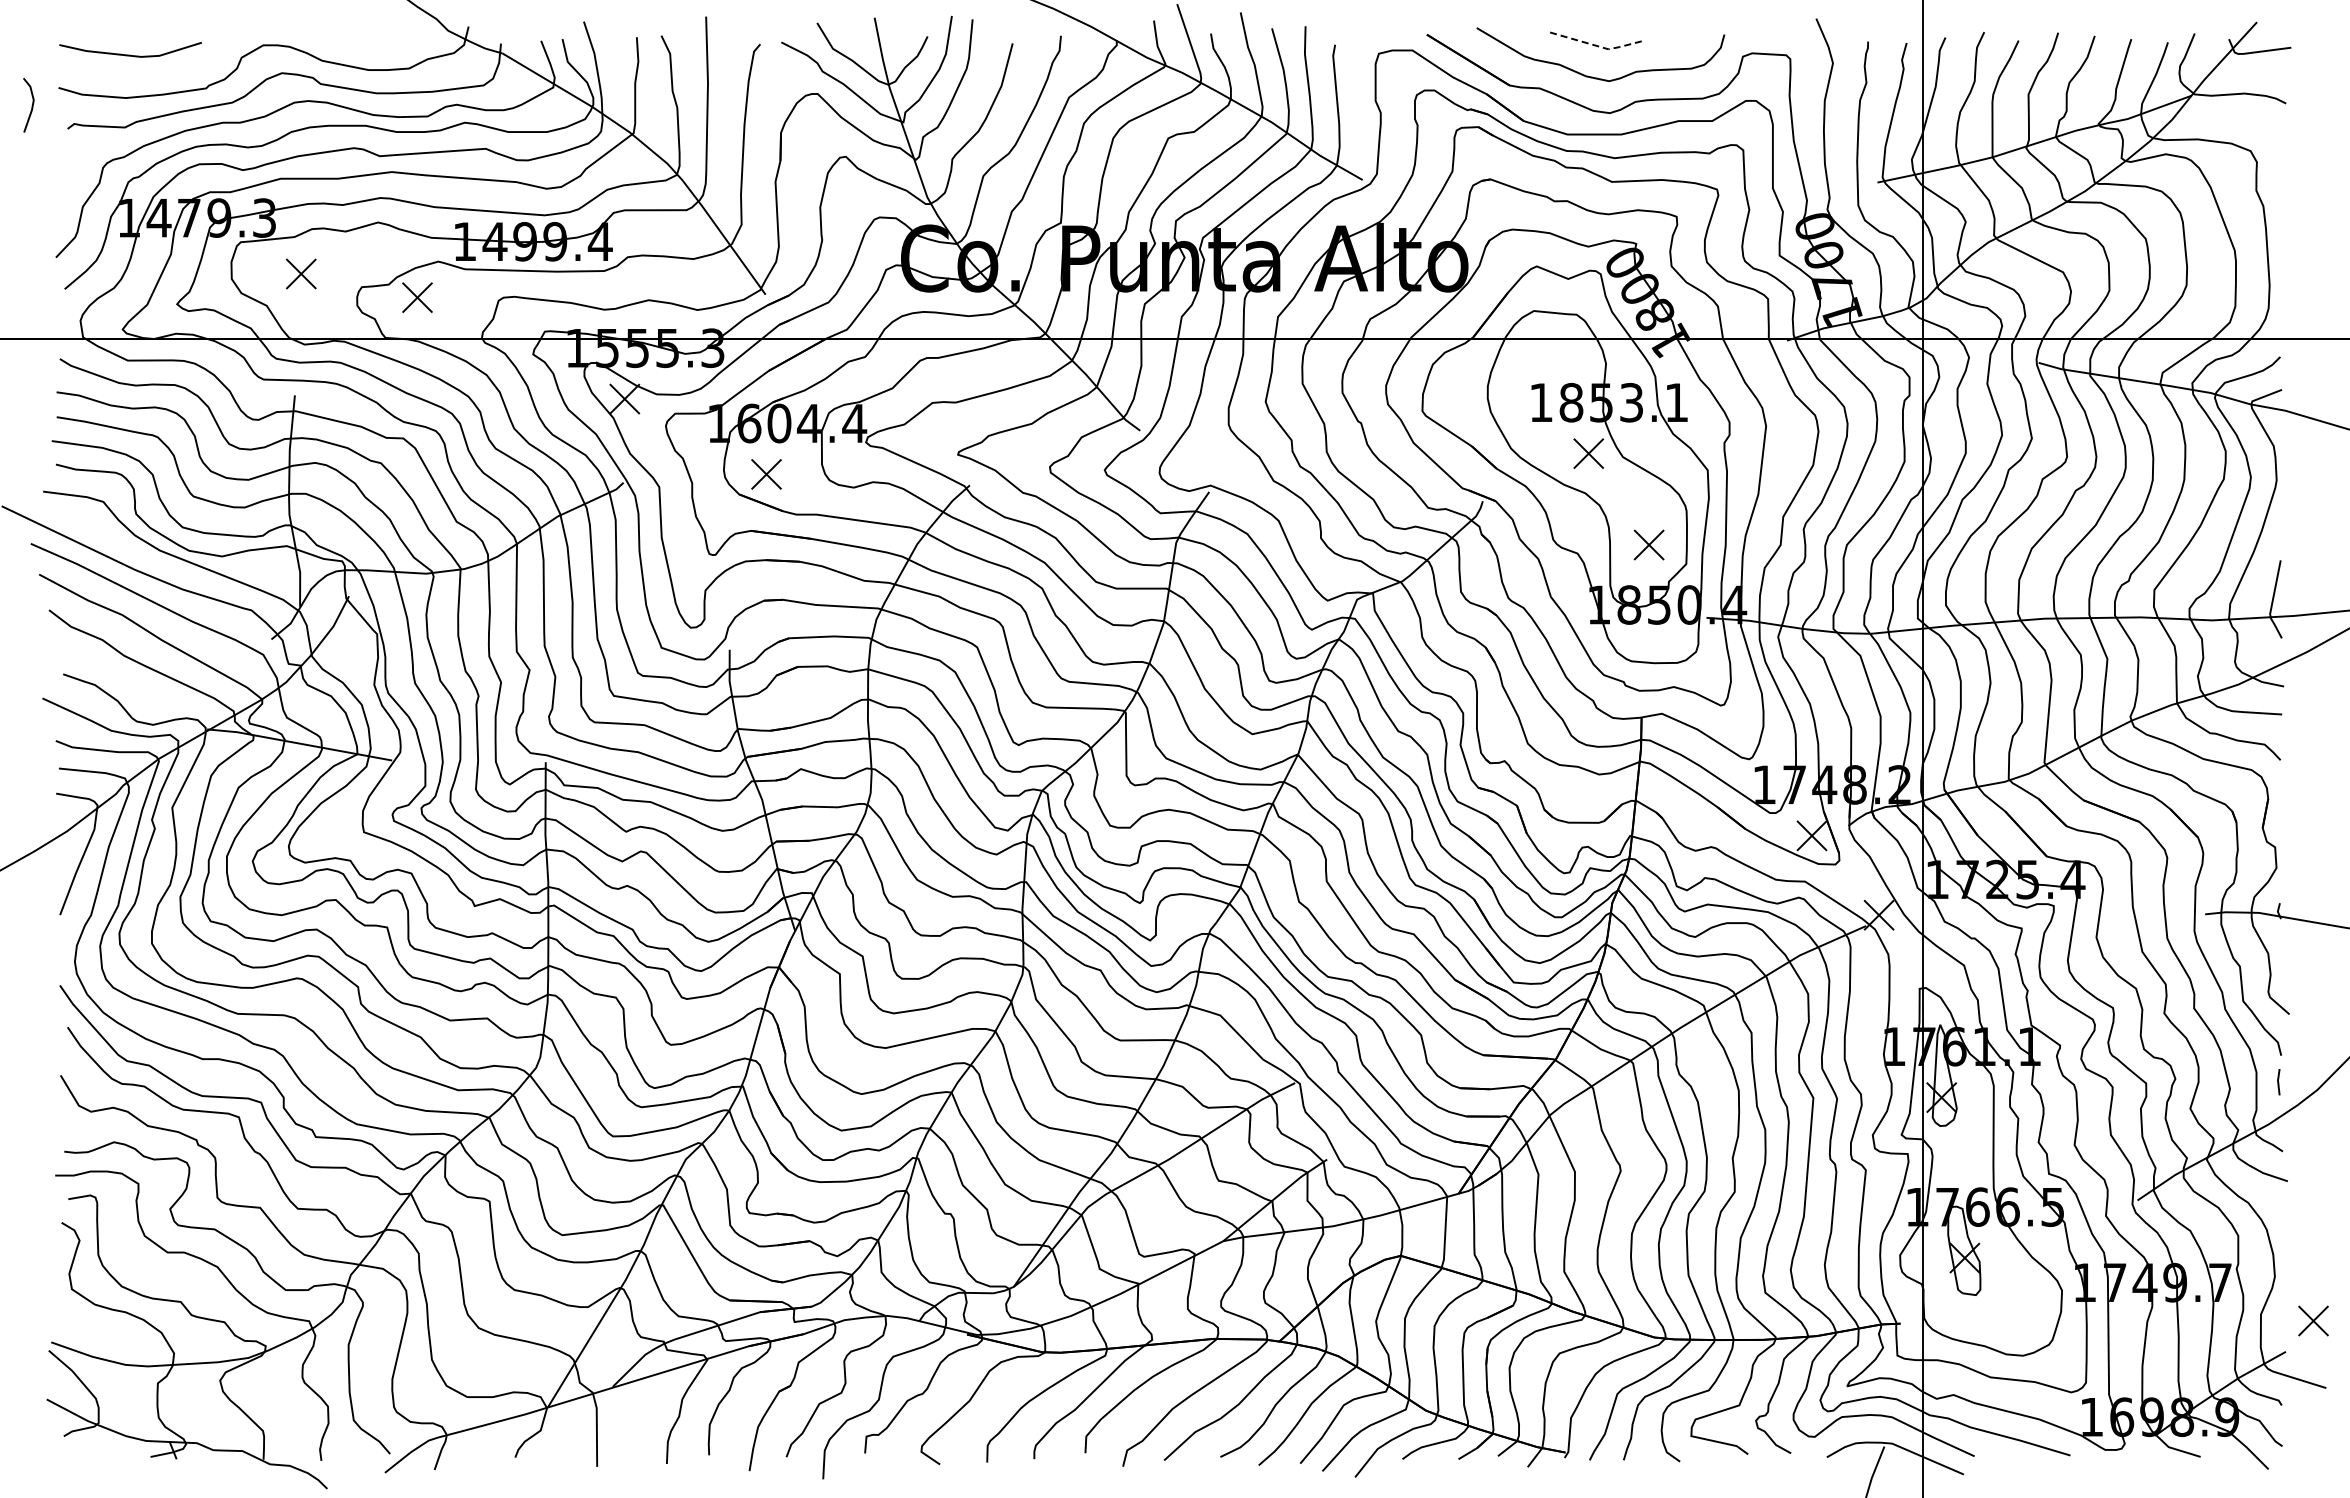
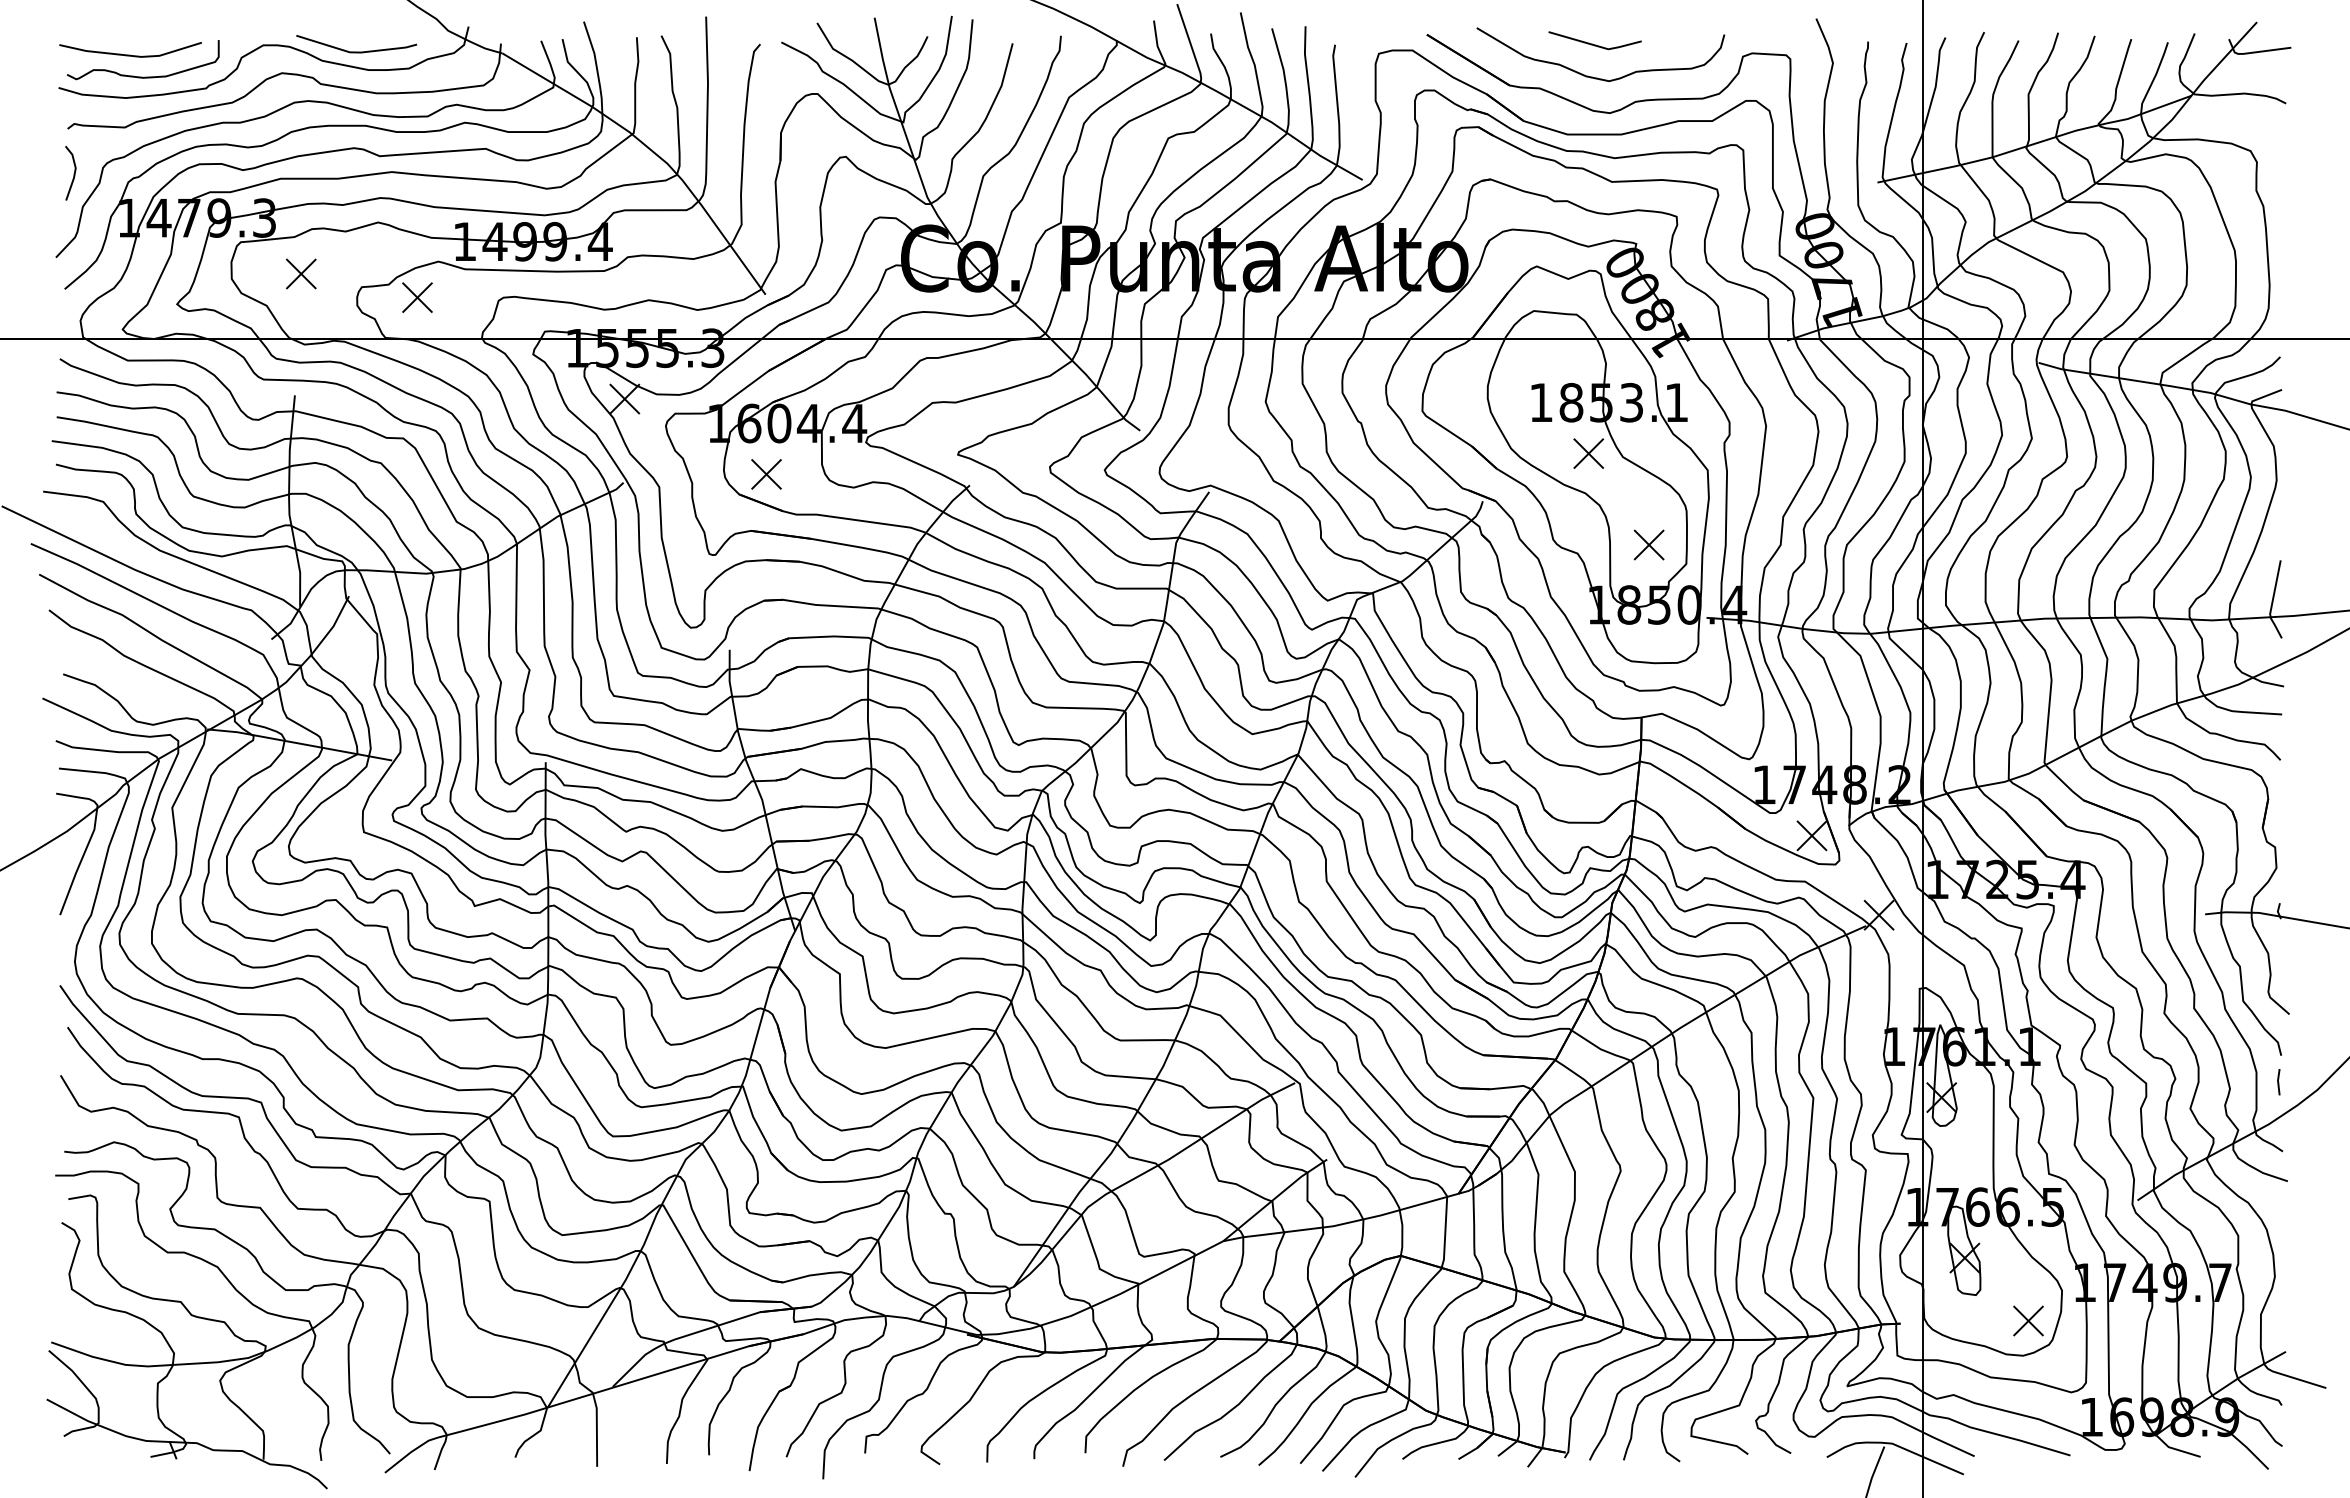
line at (1596, 45): dashed -> solid
line at (356, 51): none -> present
curve at (142, 76): none -> present
line at (31, 105) position: (31, 105) -> (73, 173)
part at (2313, 1320) position: (2313, 1320) -> (2028, 1320)
